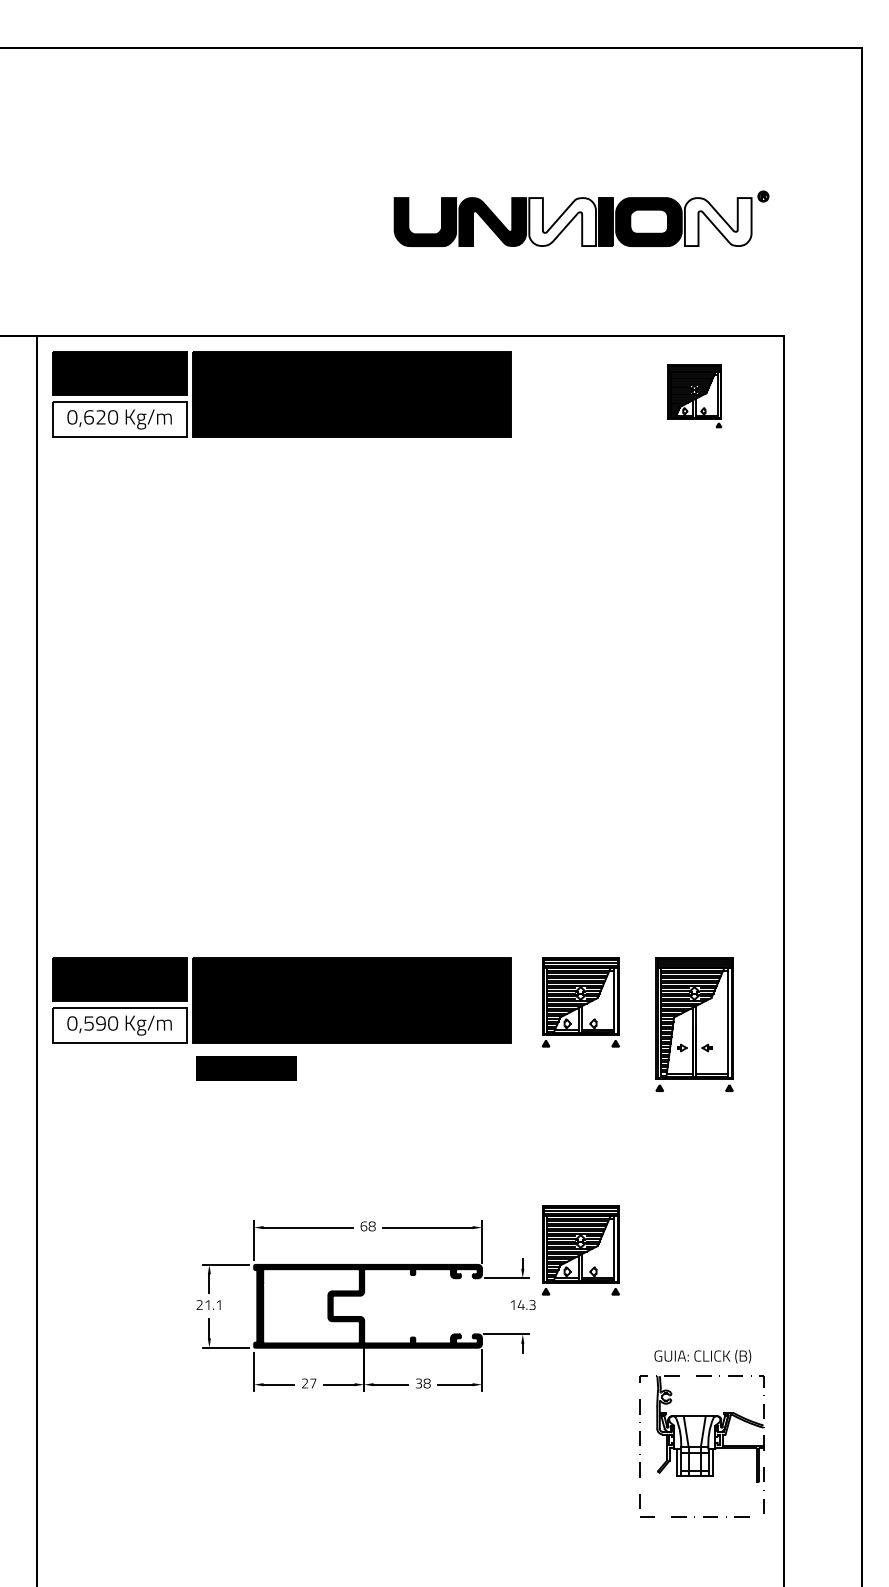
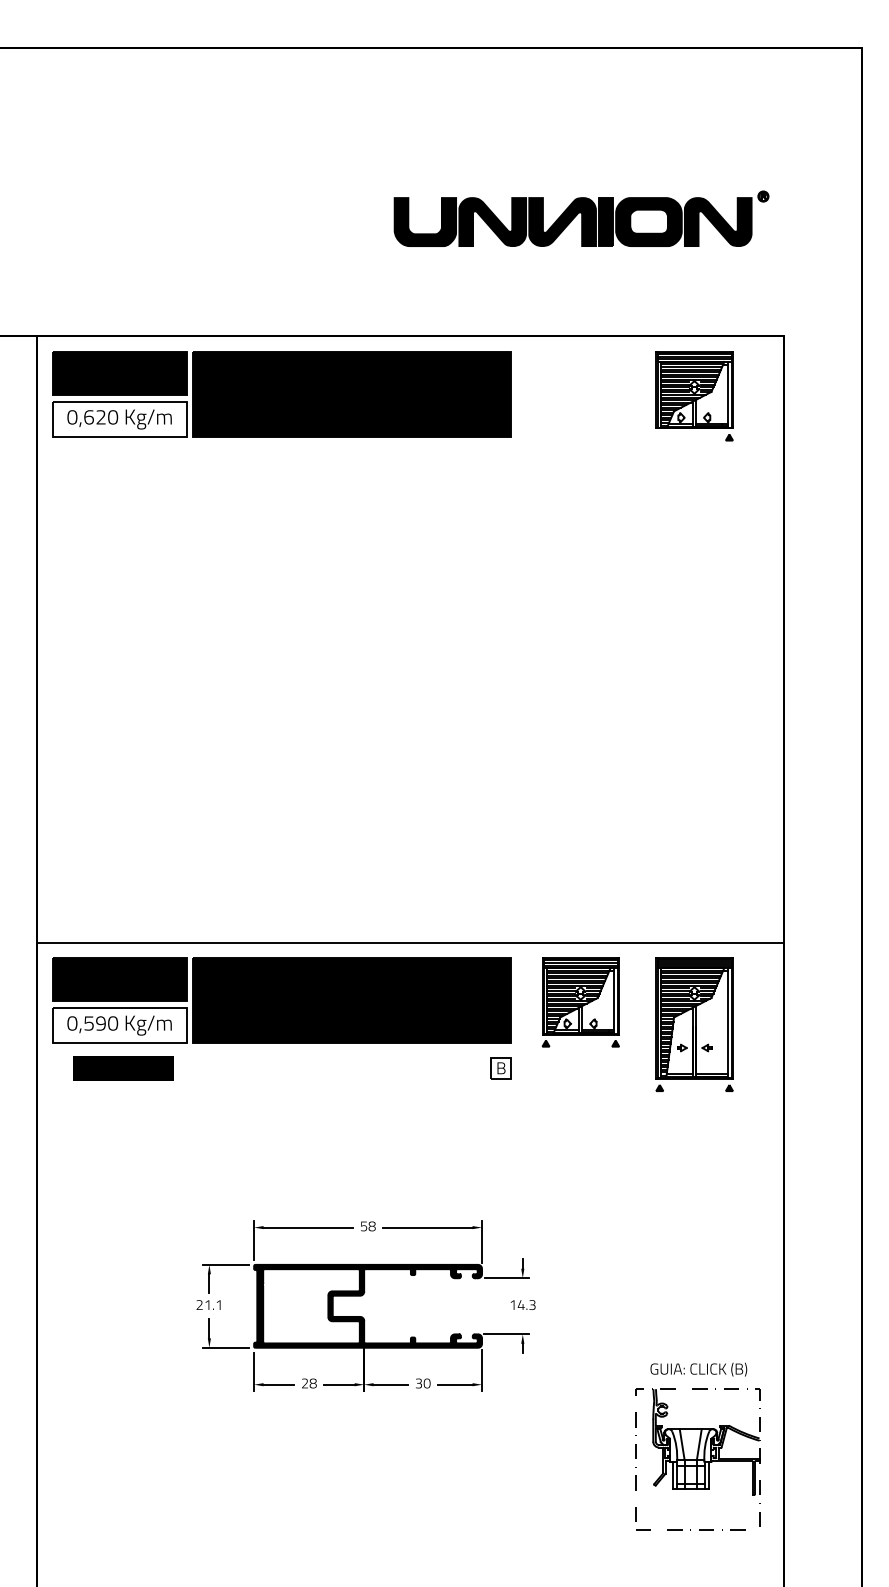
fill at (562, 222): none -> present
fill at (717, 222): none -> present
part at (694, 396) size: 55x65 px -> 79x91 px
line at (410, 942): none -> present
text at (246, 1068) position: (246, 1068) -> (123, 1068)
part at (500, 1068): none -> present
text at (363, 1226): 68 -> 58
part at (580, 1250): present -> none
text at (312, 1383): 27 -> 28
text at (426, 1383): 38 -> 30
part at (701, 1433) position: (701, 1433) -> (697, 1446)
